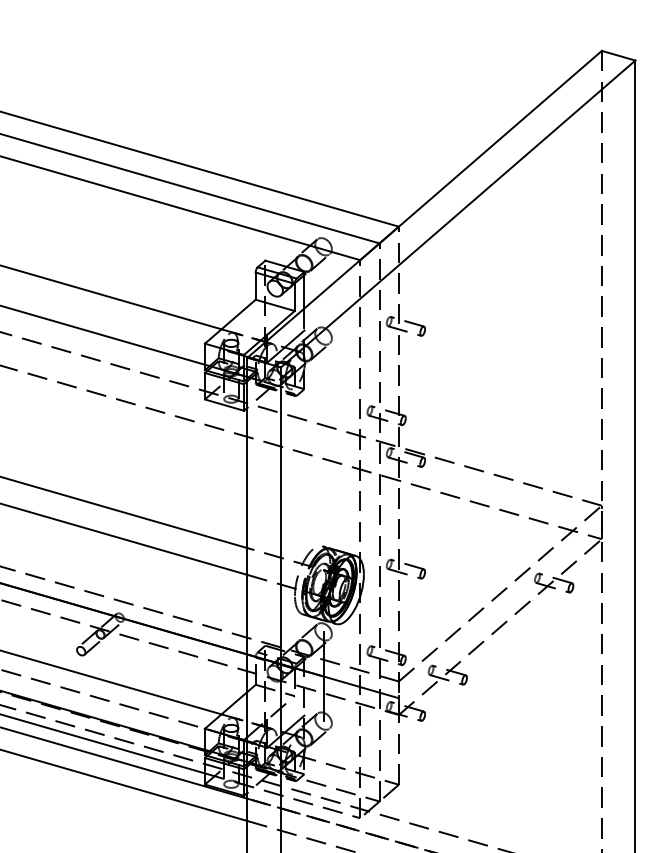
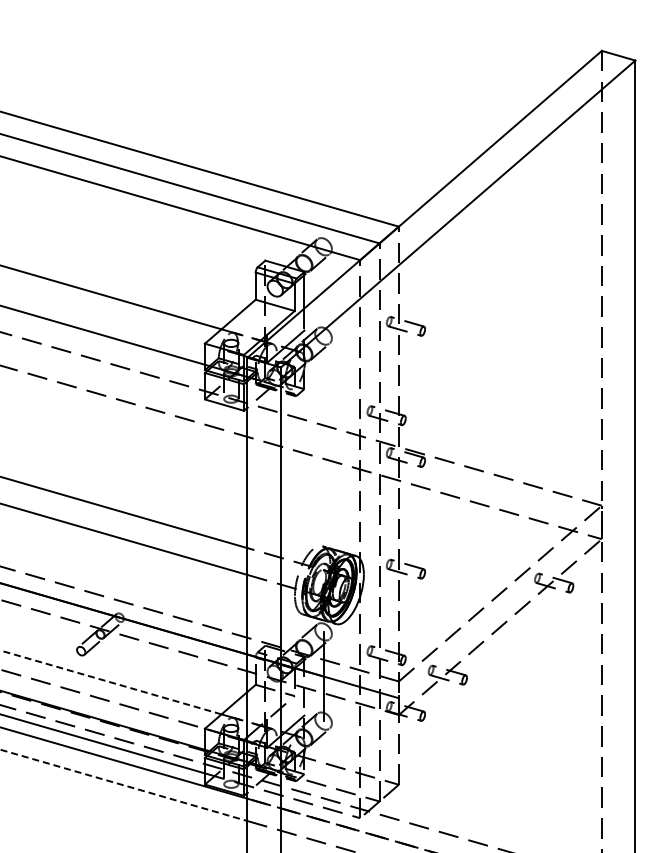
line at (111, 682): solid -> dashed
line at (124, 785): solid -> dashed
